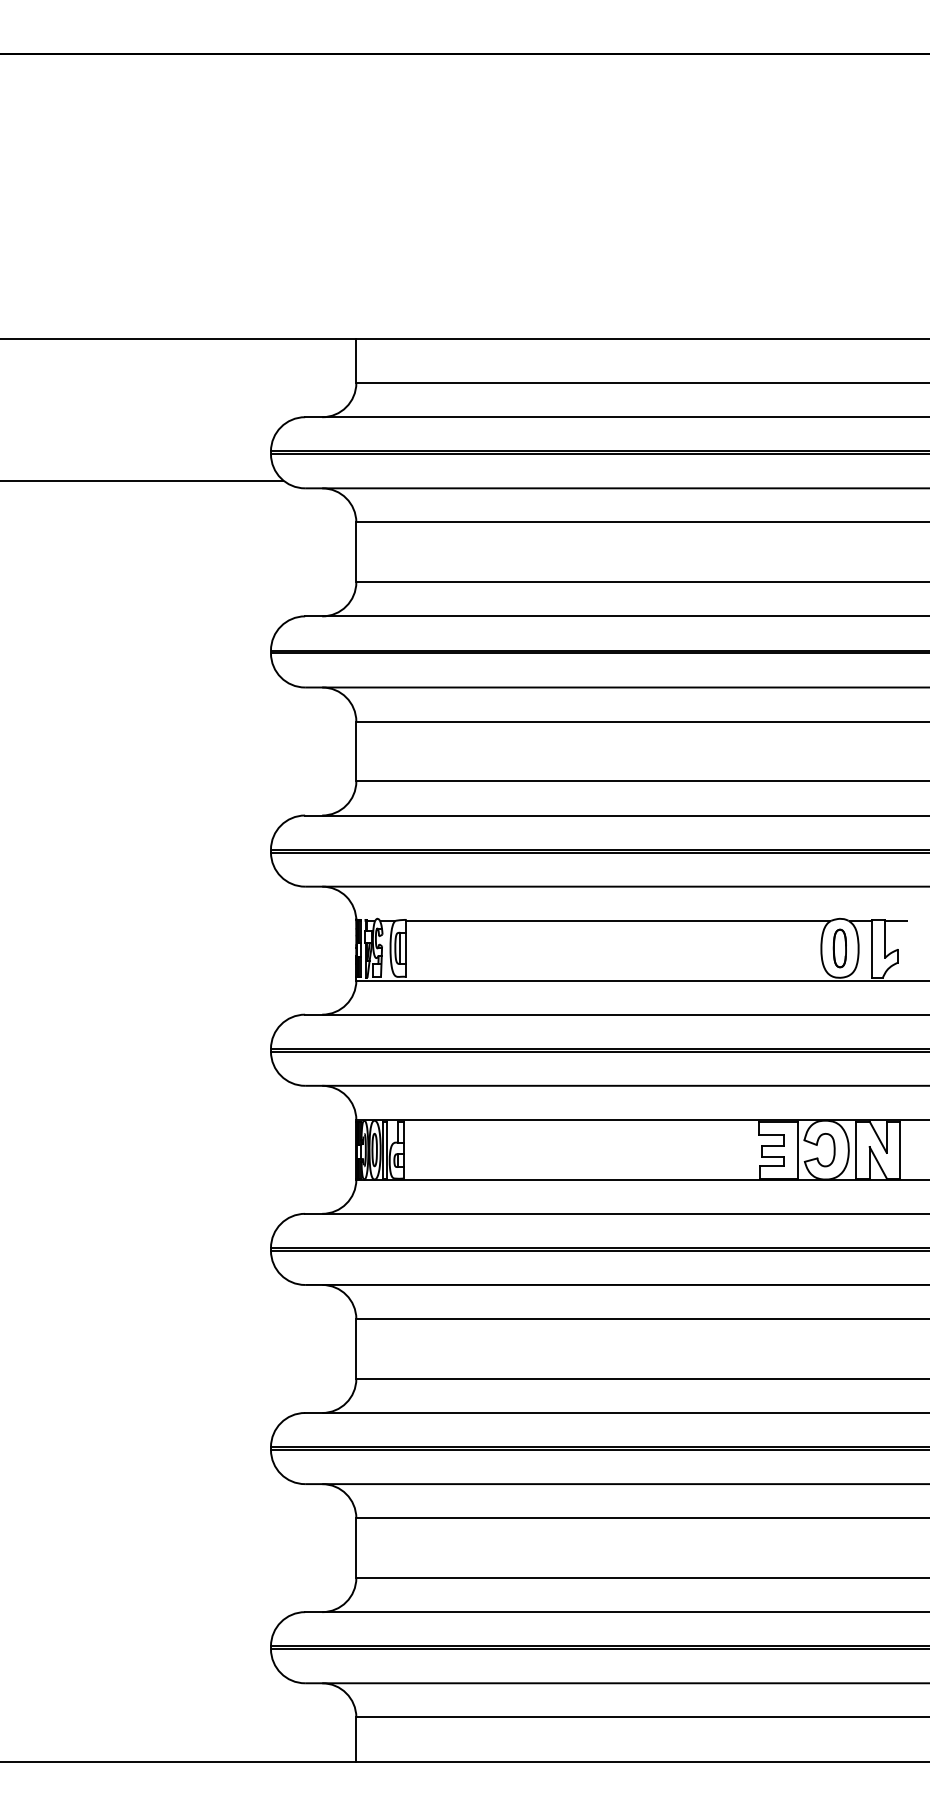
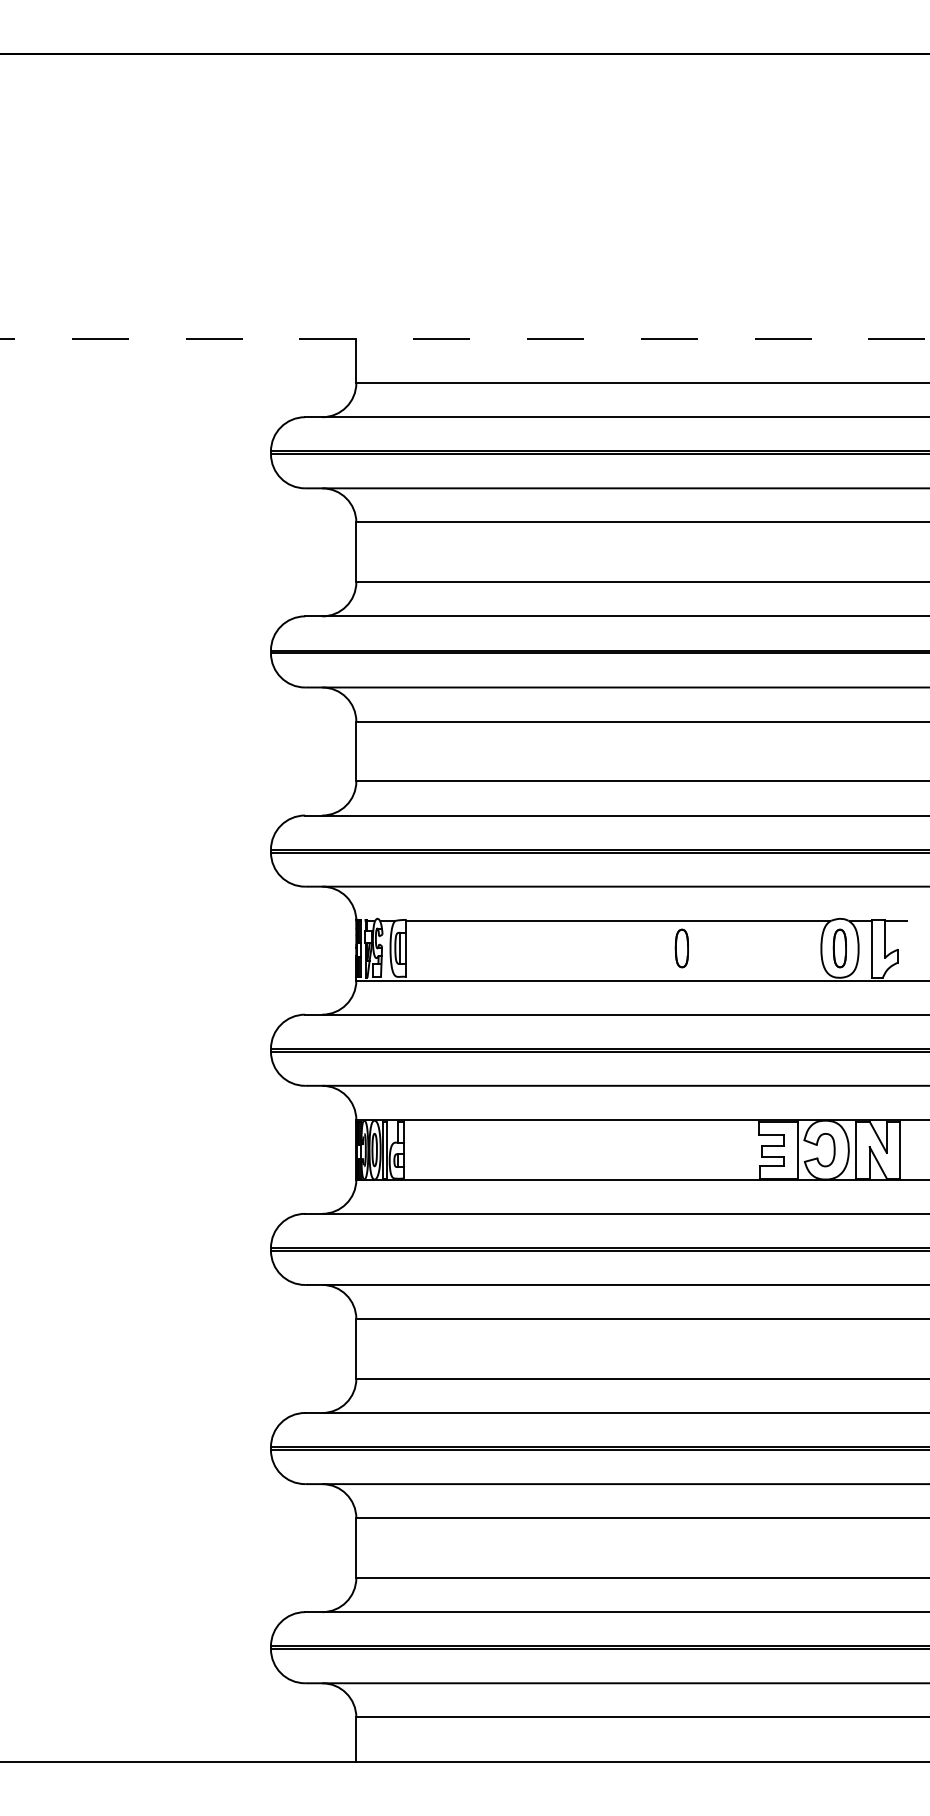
line at (465, 338): solid -> dashed
line at (143, 481): present -> none
part at (681, 948): none -> present
